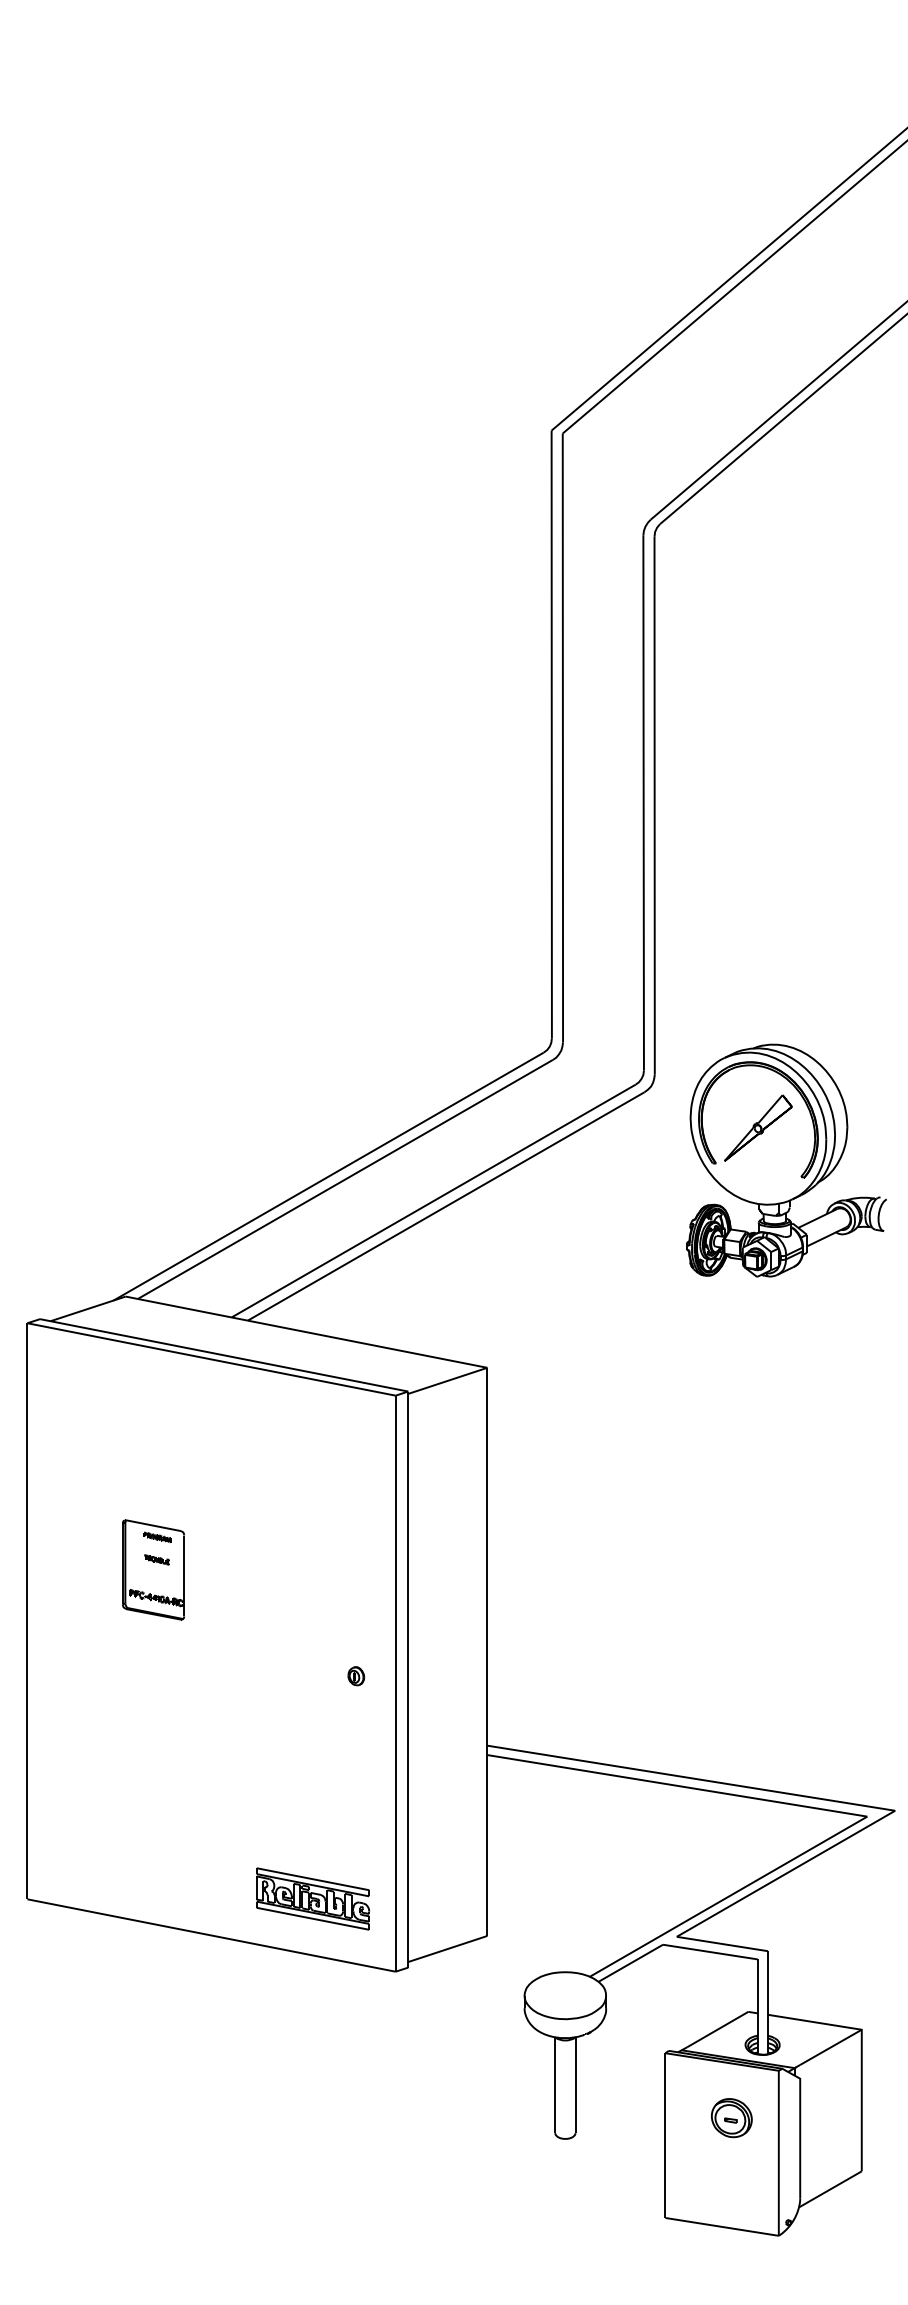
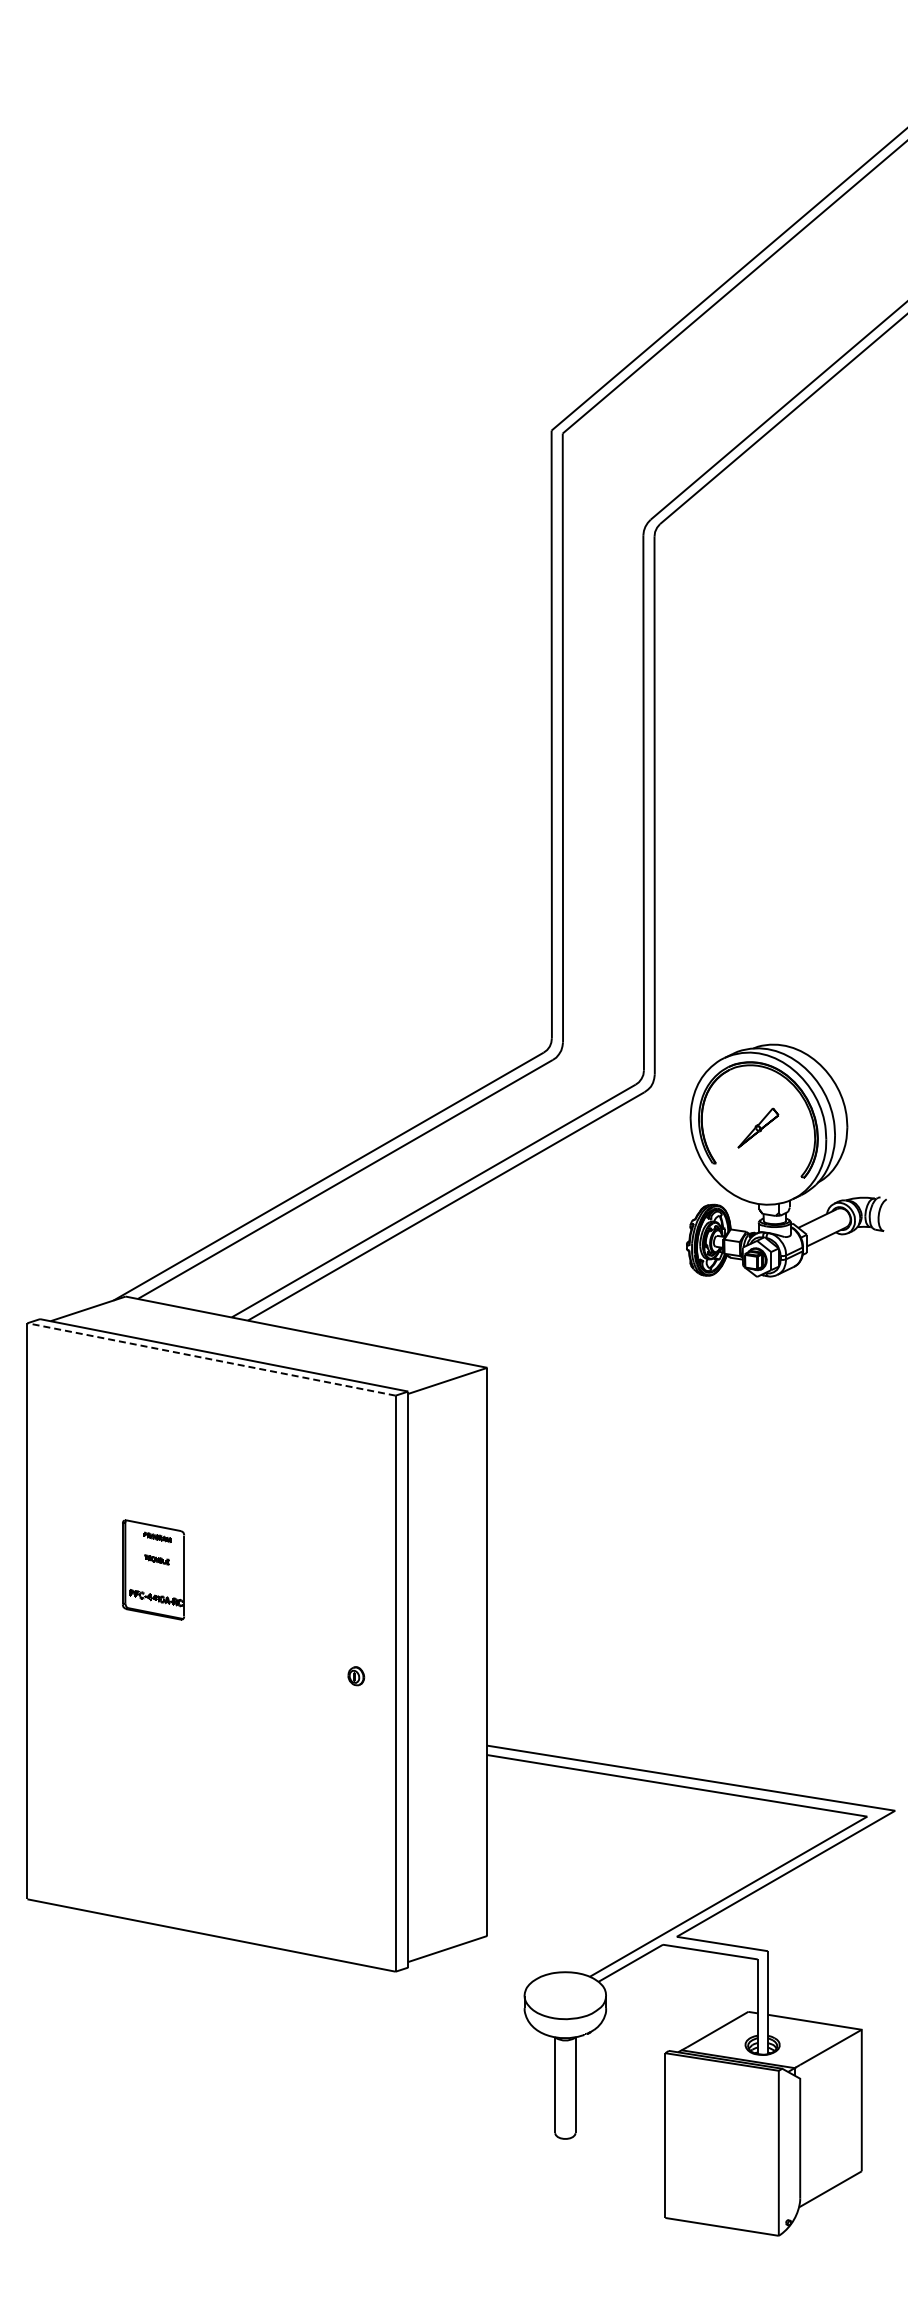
part at (758, 1127) size: 69x68 px -> 43x42 px
line at (211, 1359): solid -> dashed
part at (313, 1898): present -> none
part at (731, 2118): present -> none
